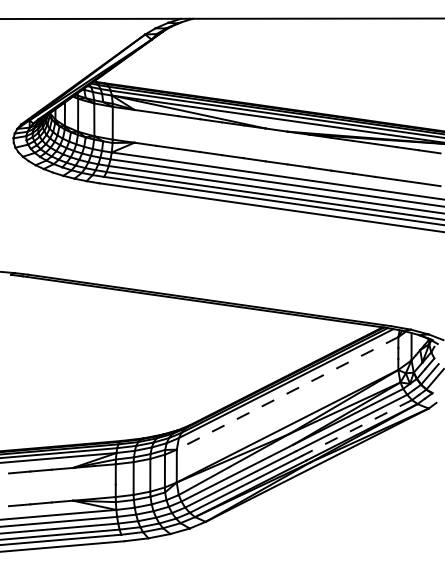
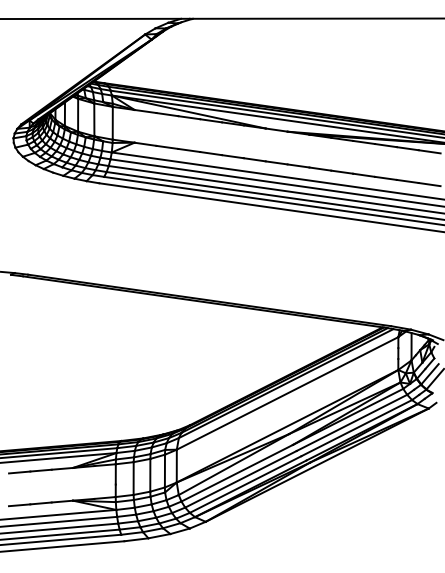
line at (287, 393): dashed -> solid
line at (356, 428): dashed -> solid
